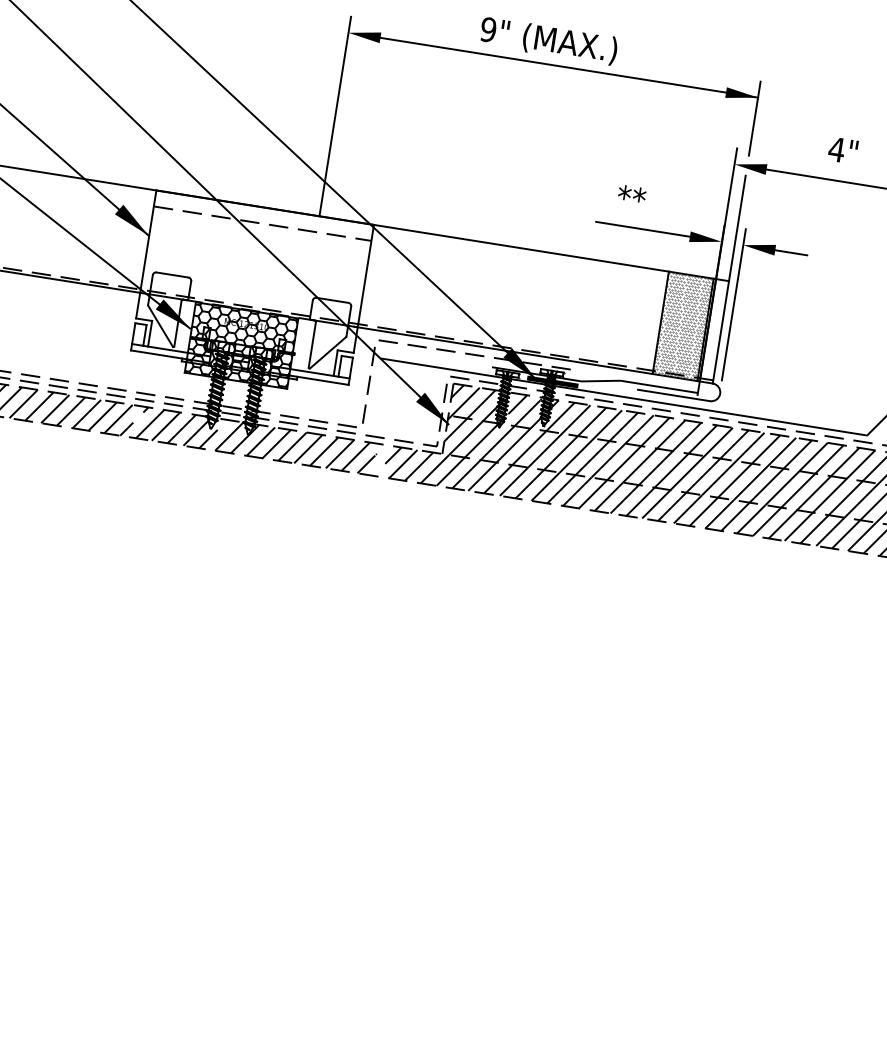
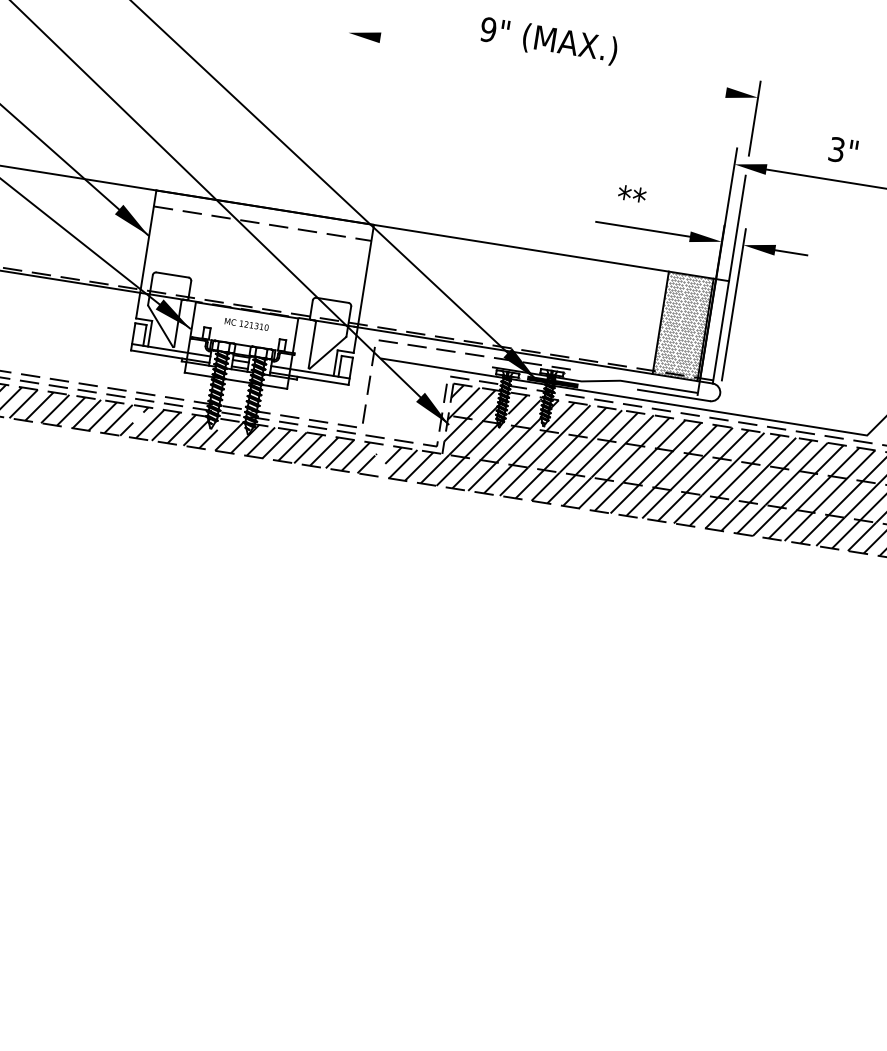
line at (569, 67): present -> none
line at (335, 116): present -> none
text at (836, 149): 4" -> 3"
hatch at (241, 345): present -> none
